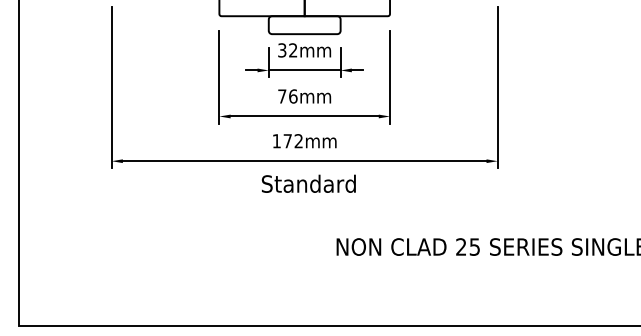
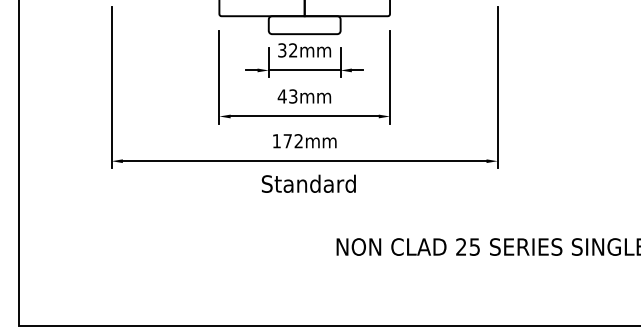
text at (287, 96): 76mm -> 43mm
